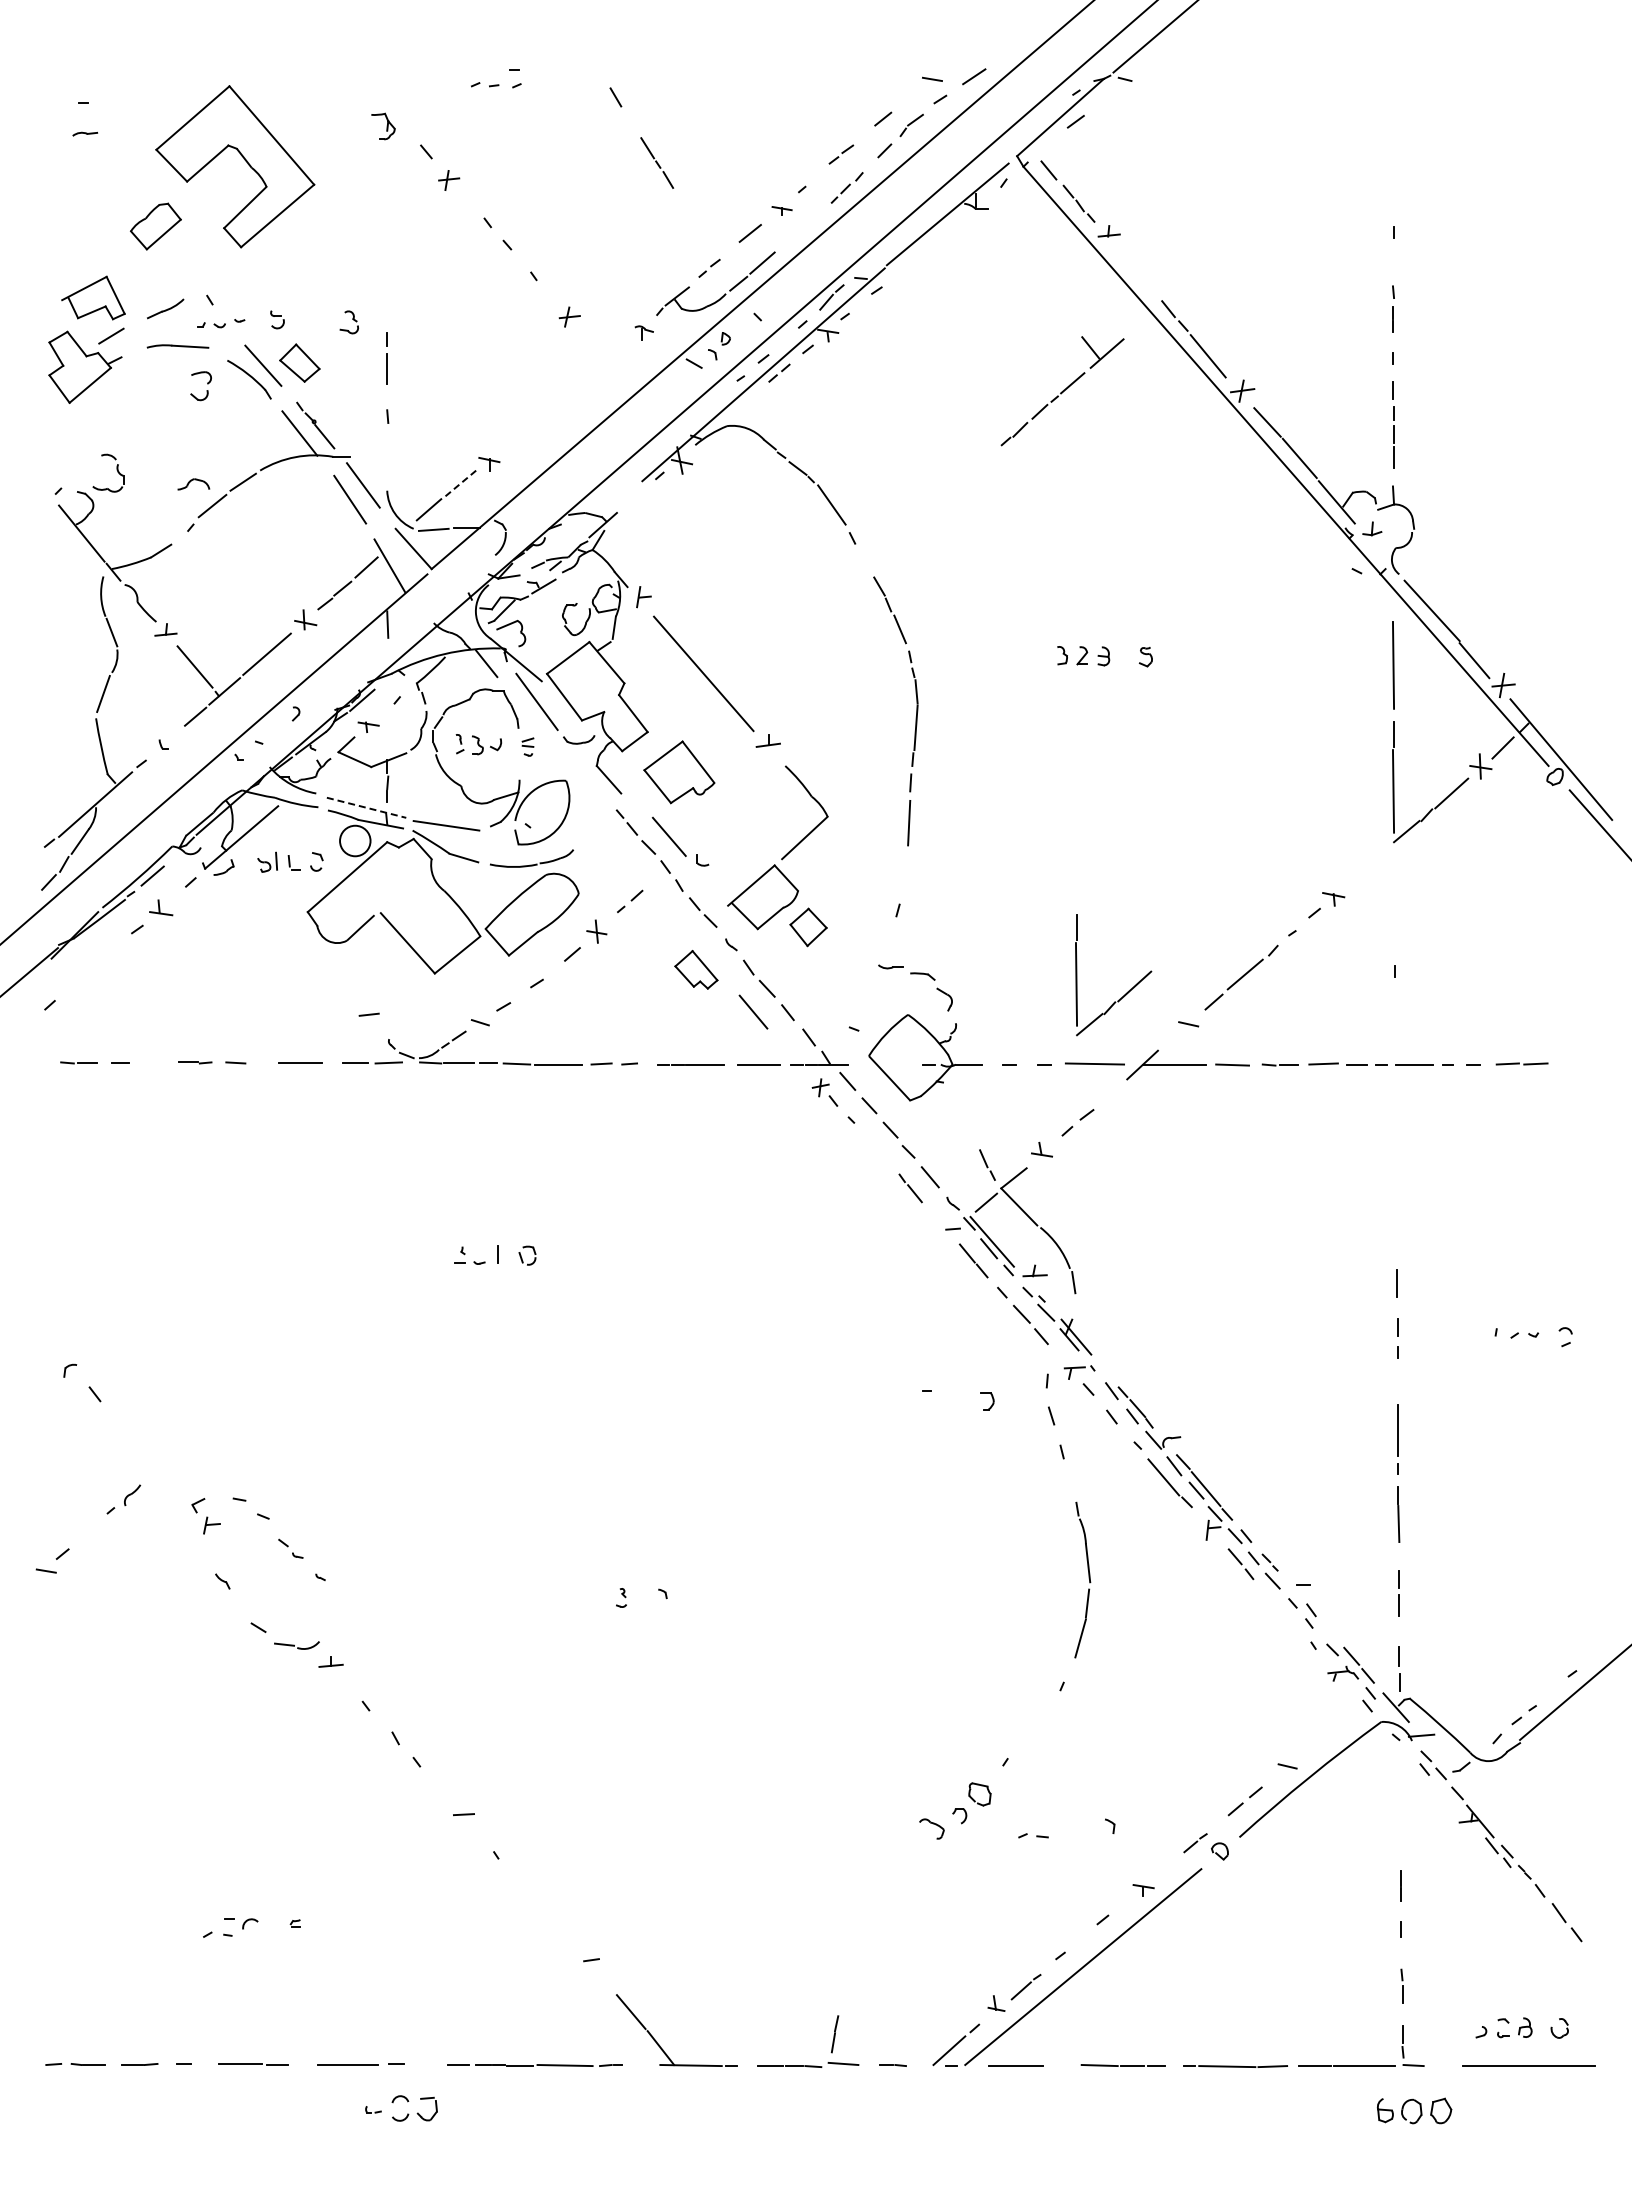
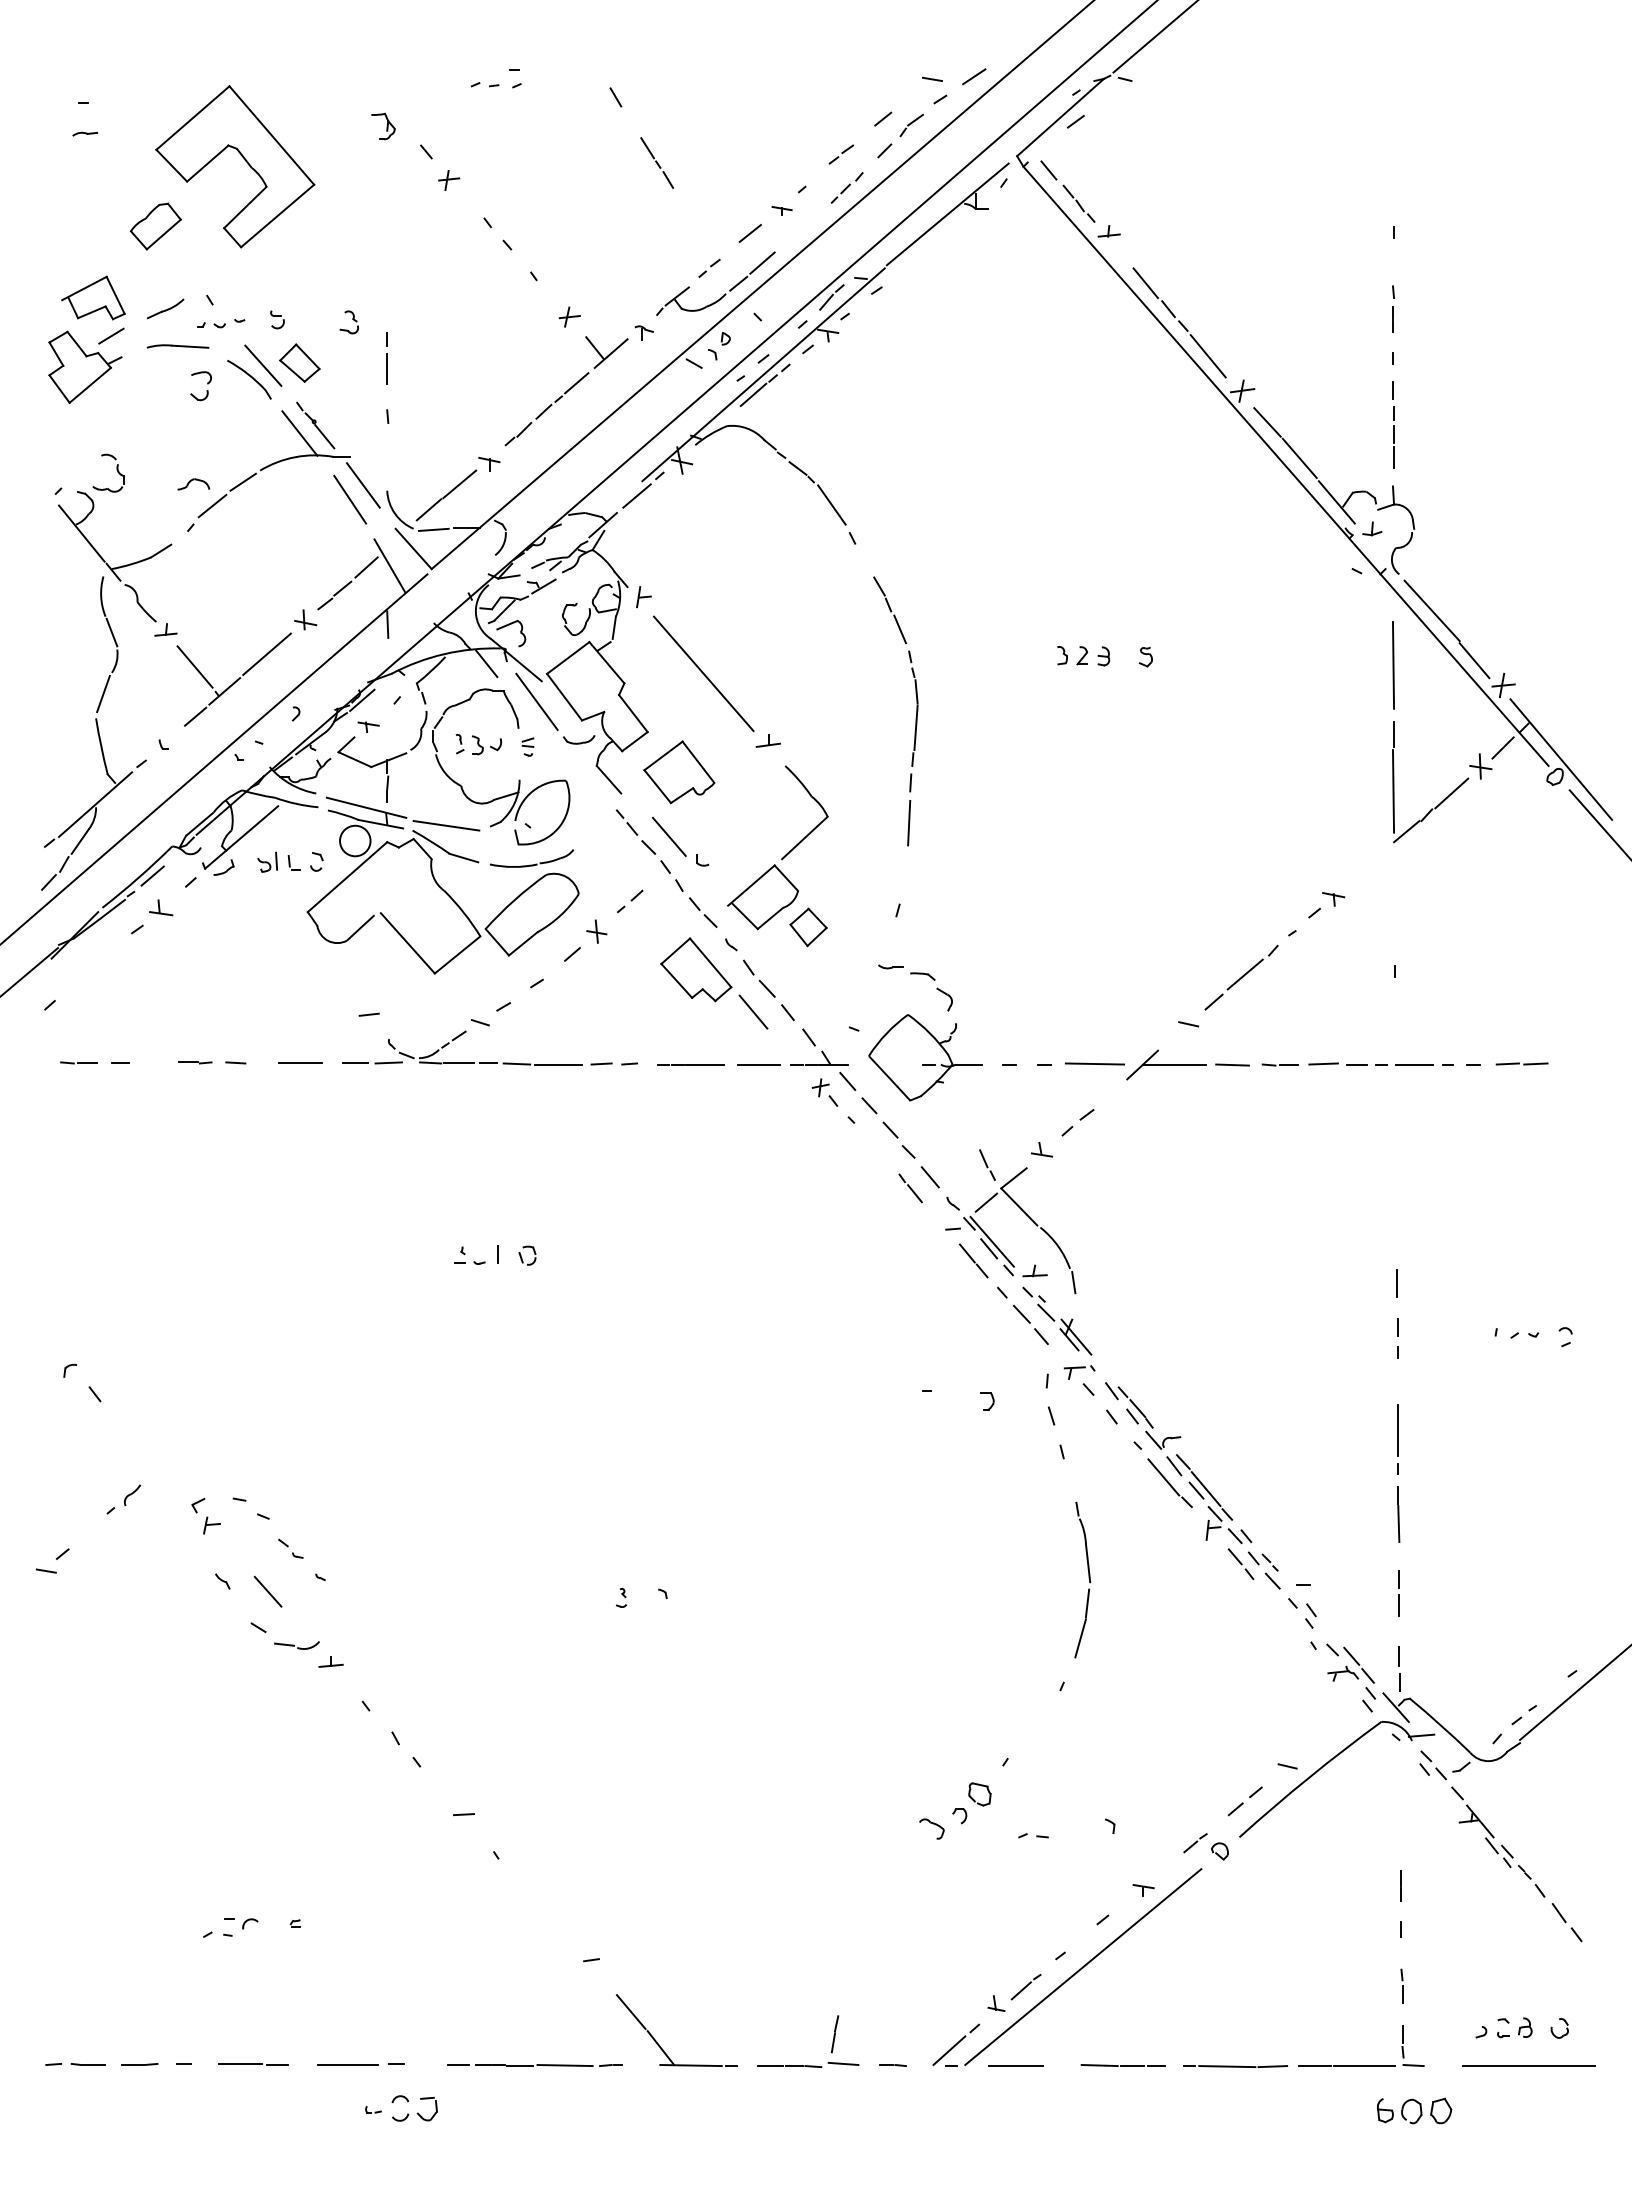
line at (1145, 283): none -> present
part at (1062, 391) position: (1062, 391) -> (566, 391)
line at (753, 394): none -> present
line at (459, 484): dashed -> solid
line at (636, 495): none -> present
line at (366, 807): dashed -> solid
part at (696, 969) size: 45x40 px -> 73x66 px
part at (1128, 990): present -> none
line at (267, 1591): none -> present
